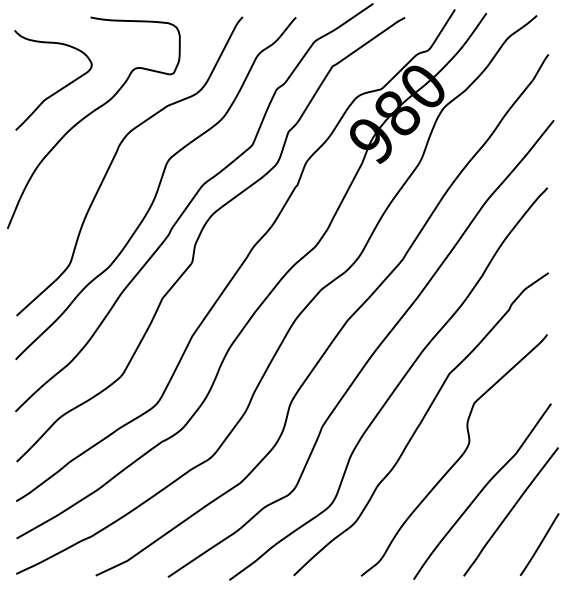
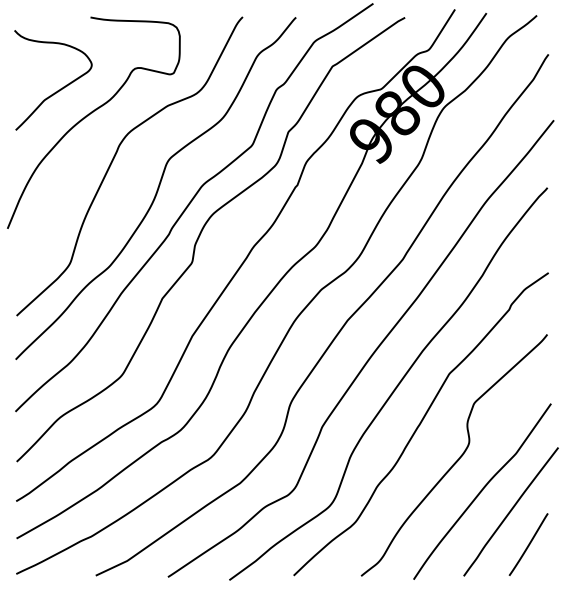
line at (539, 544) position: (539, 544) -> (528, 544)
